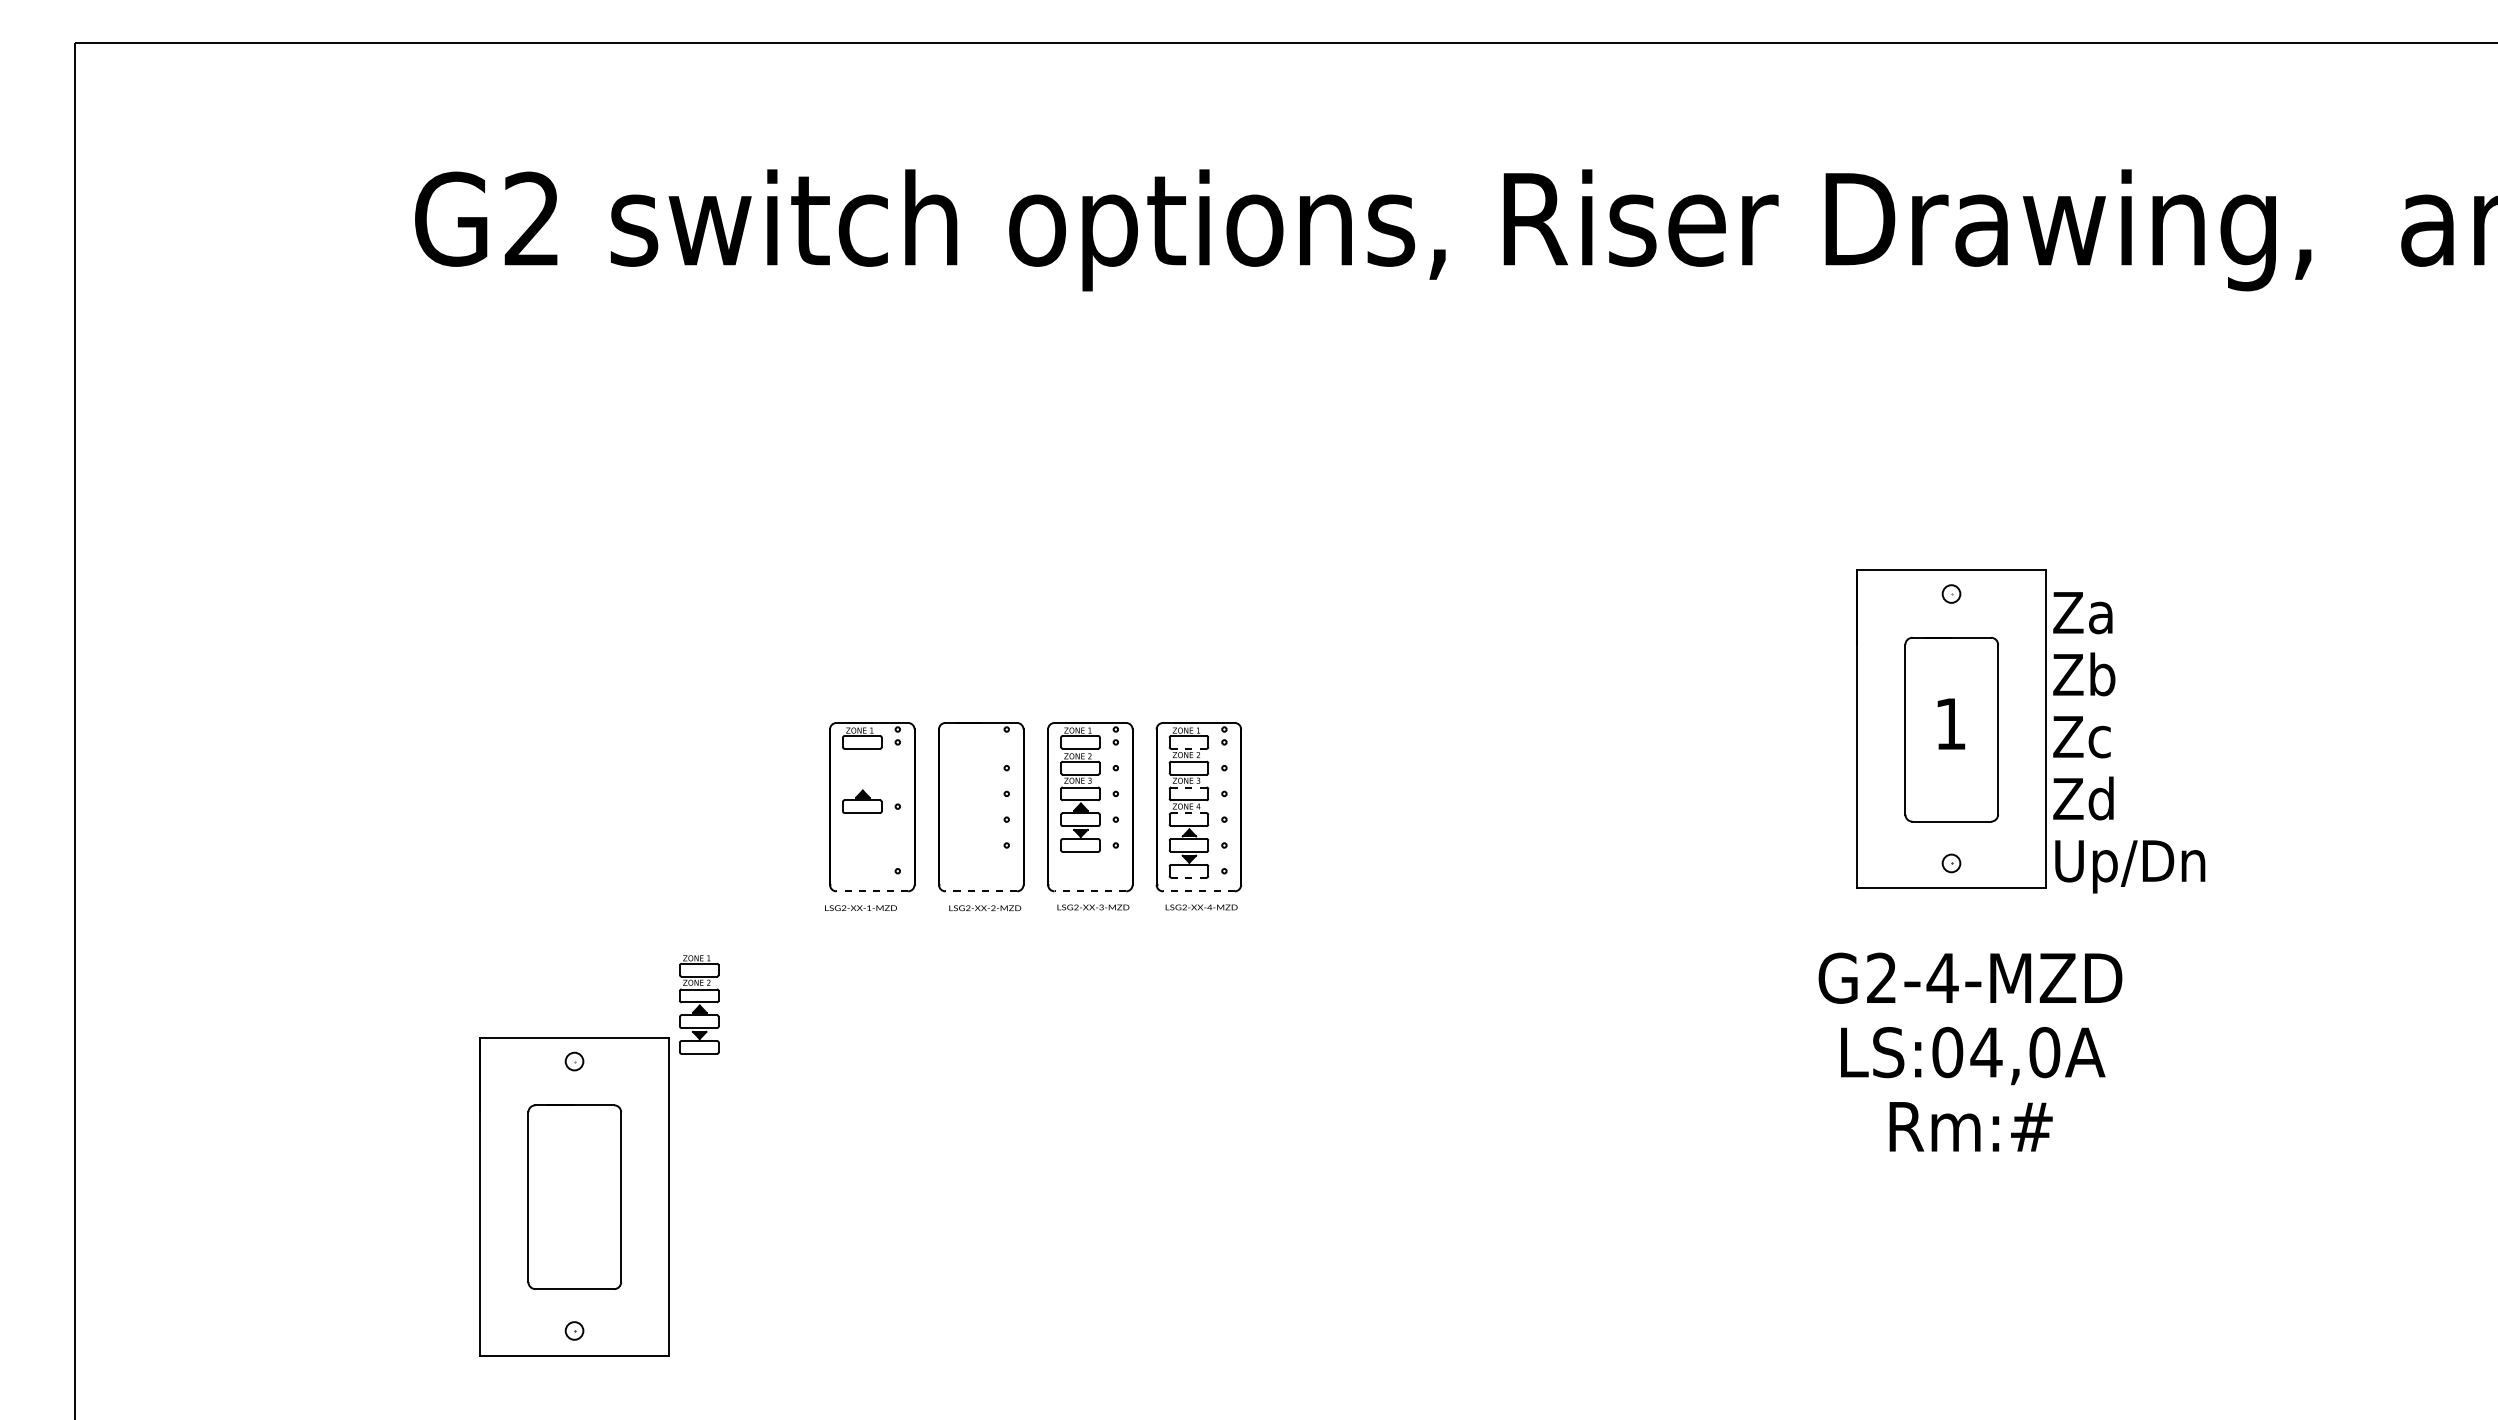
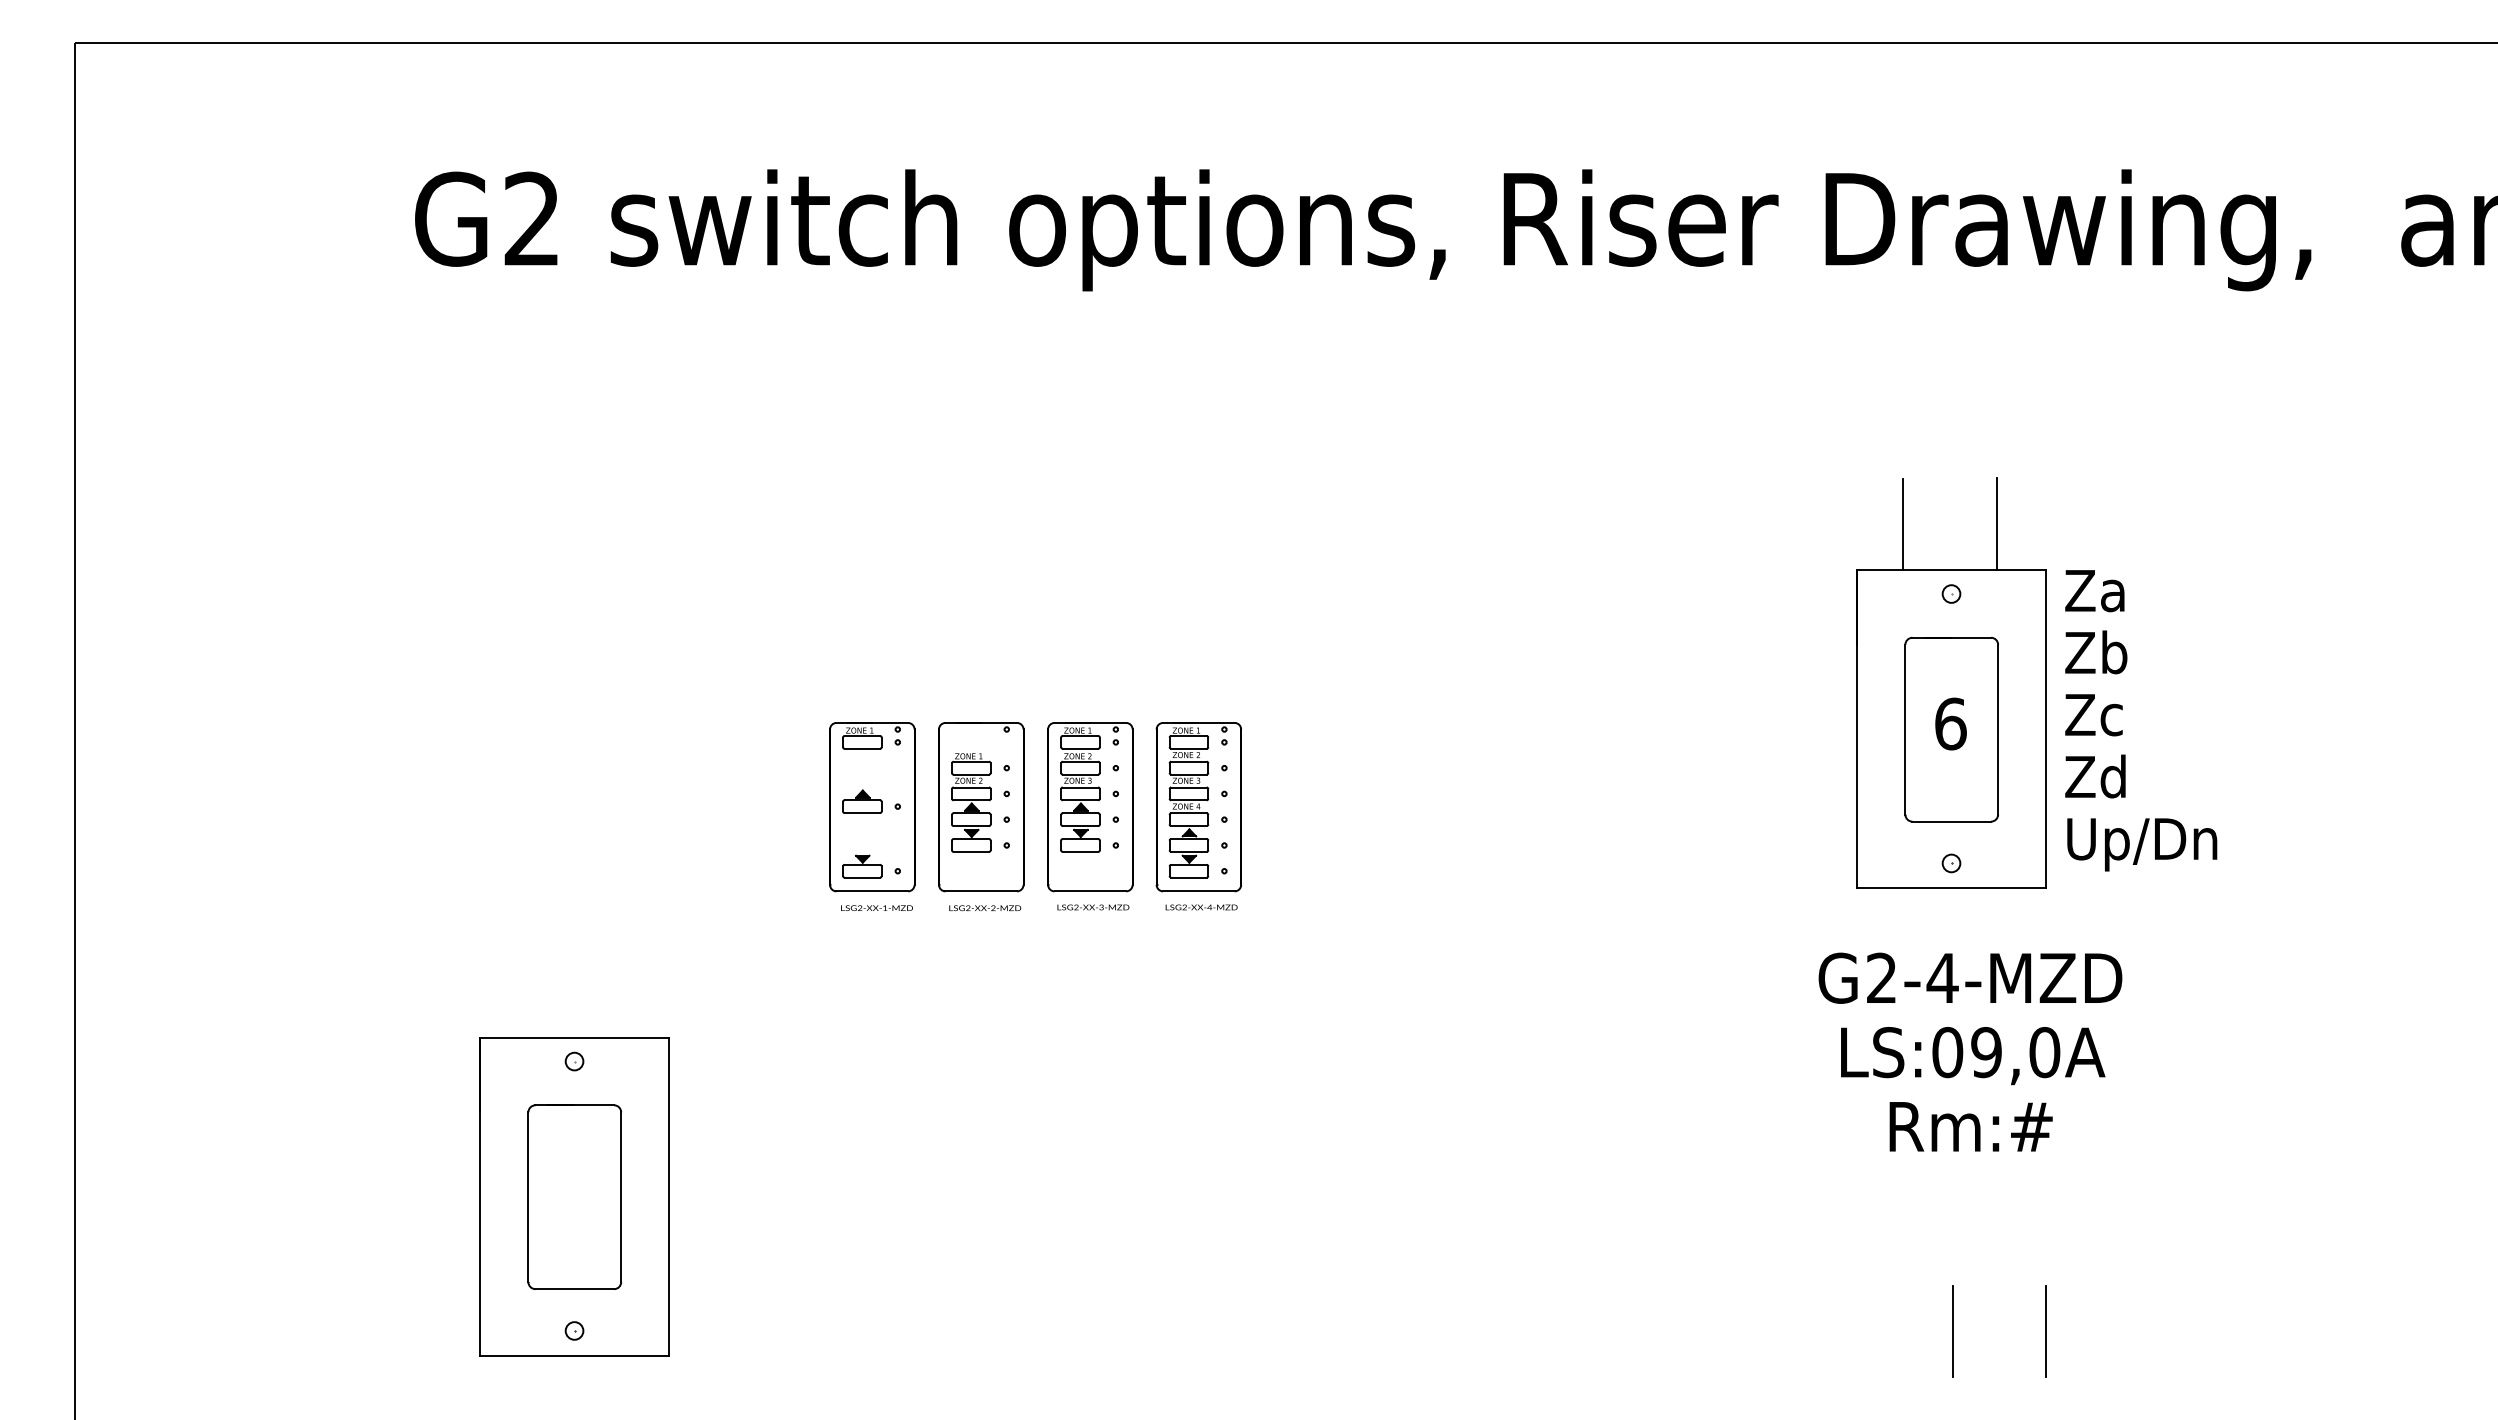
line at (1903, 523): none -> present
line at (1996, 523): none -> present
text at (1950, 723): 1 -> 6
text at (2129, 742) position: (2129, 742) -> (2141, 720)
line at (1188, 748): dashed -> solid
line at (1188, 787): dashed -> solid
line at (1188, 813): dashed -> solid
part at (862, 866): none -> present
line at (1188, 877): dashed -> solid
line at (872, 891): dashed -> solid
line at (981, 891): dashed -> solid
line at (1090, 891): dashed -> solid
line at (1198, 891): dashed -> solid
text at (860, 907) position: (860, 907) -> (876, 907)
part at (699, 1004) position: (699, 1004) -> (971, 802)
text at (1986, 1052): LS:04,0A -> LS:09,0A
line at (1952, 1331): none -> present
line at (2046, 1331): none -> present
